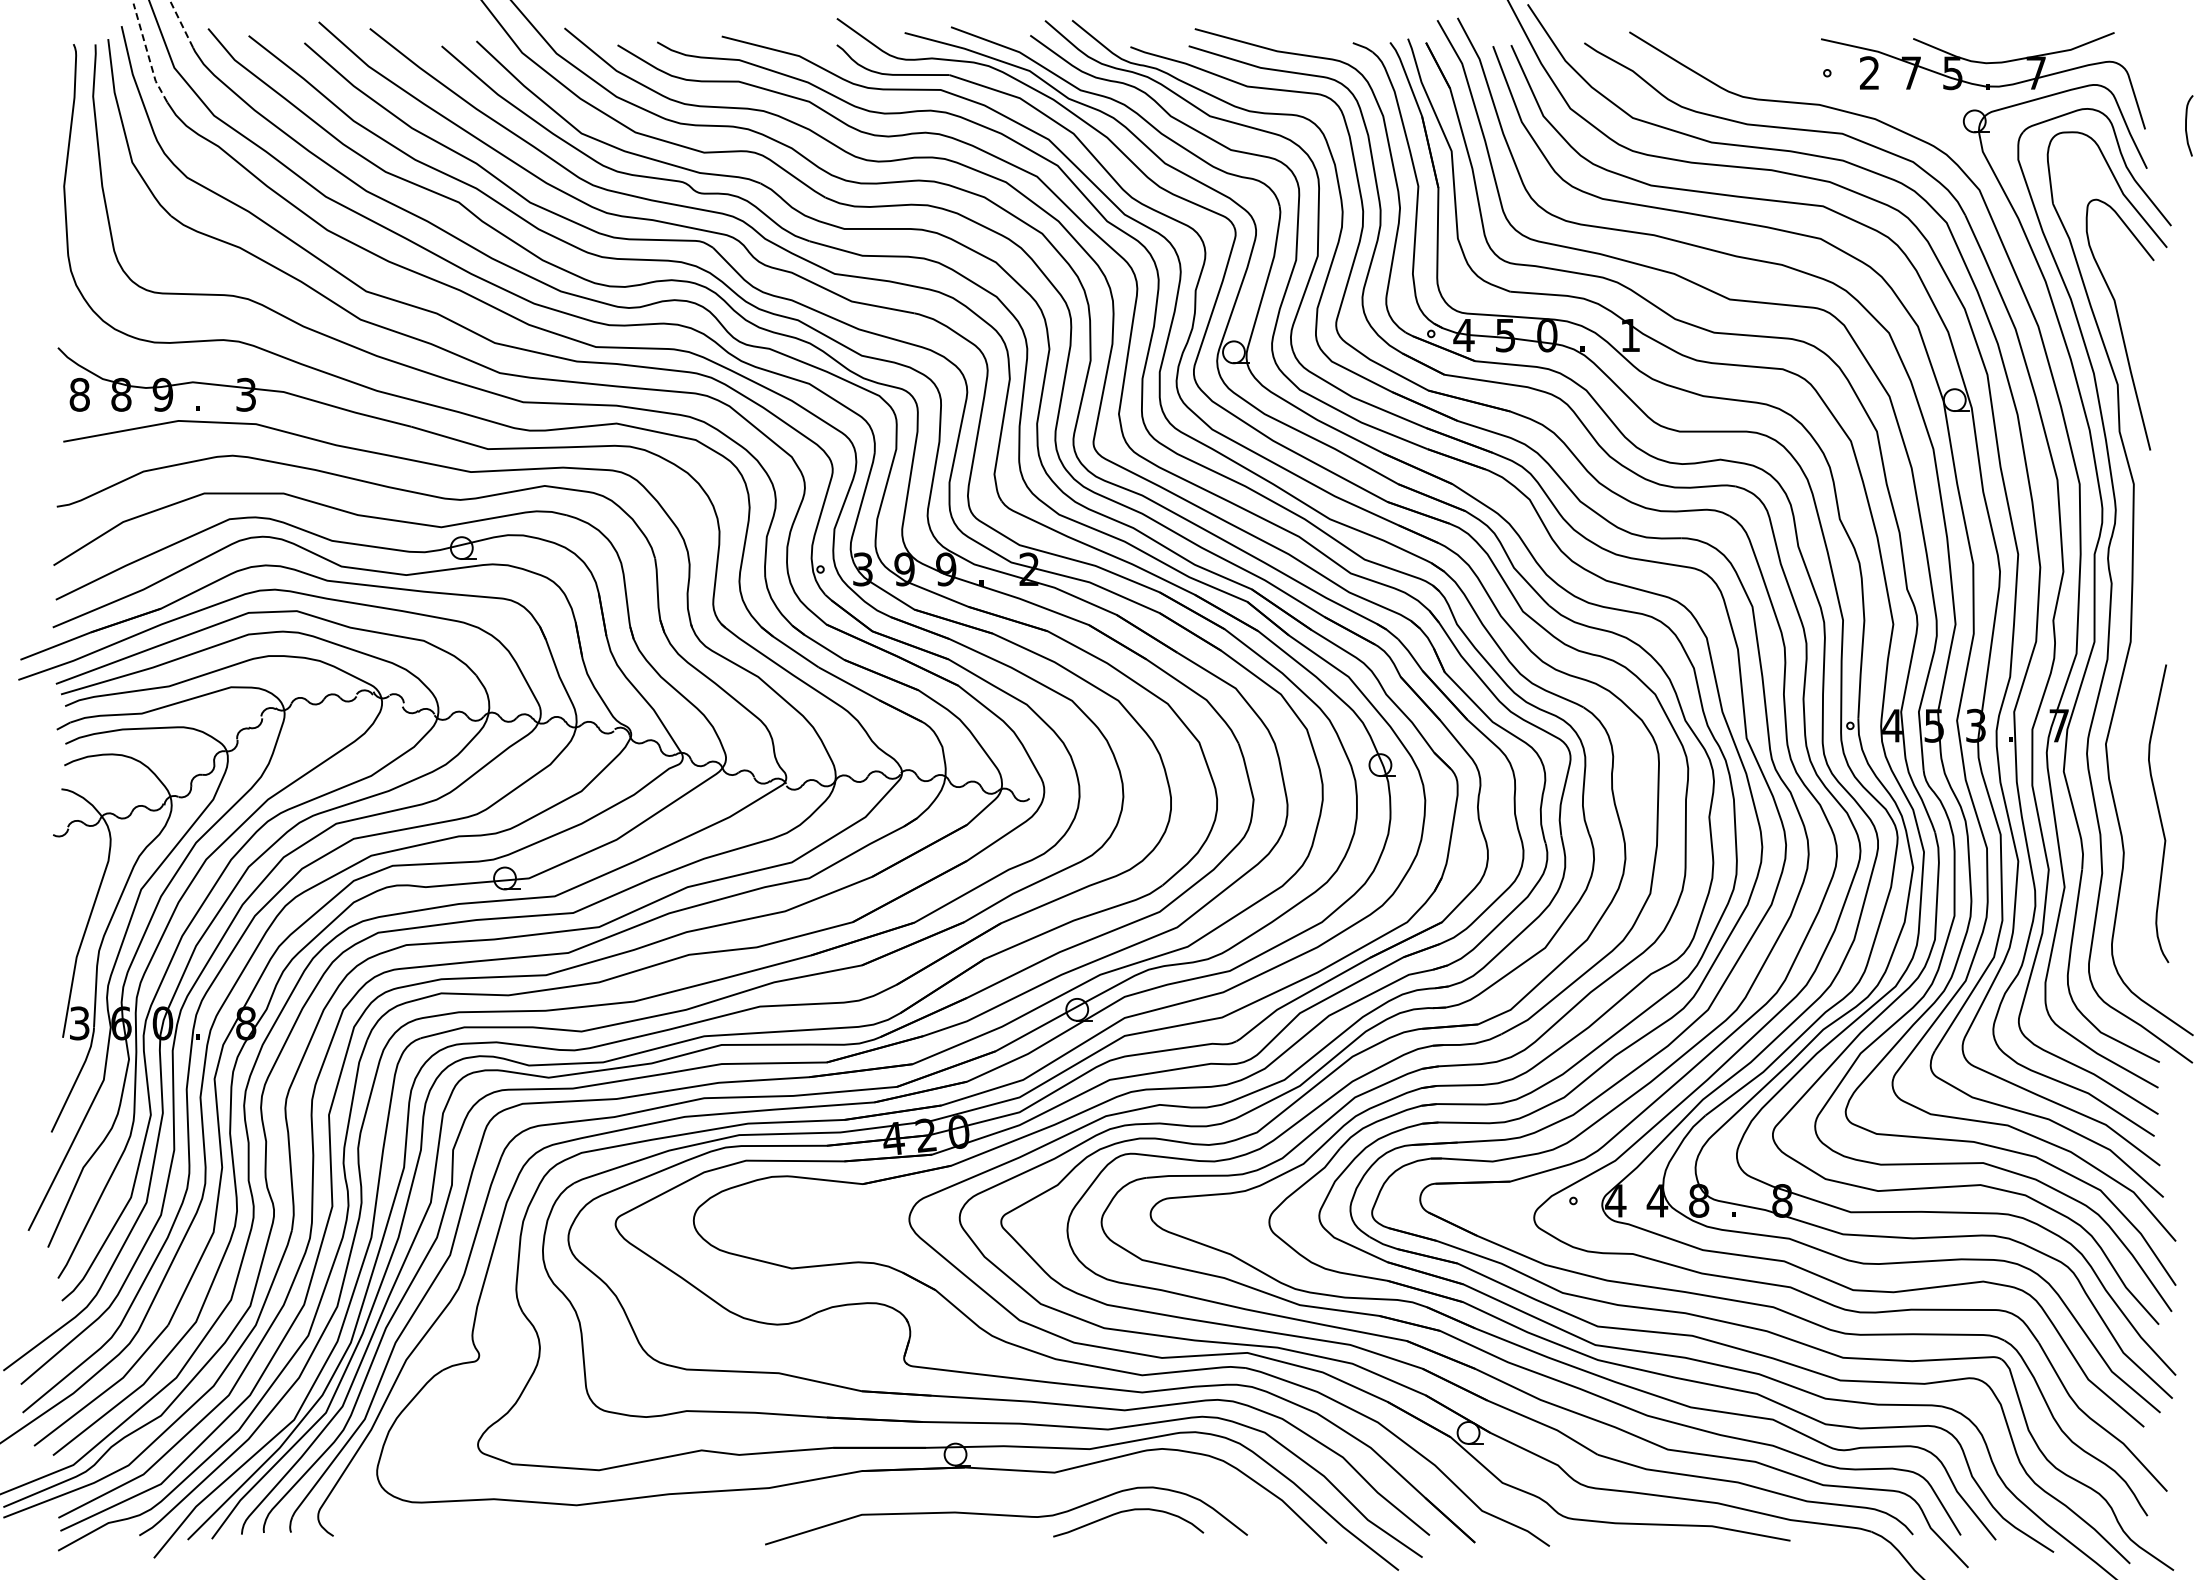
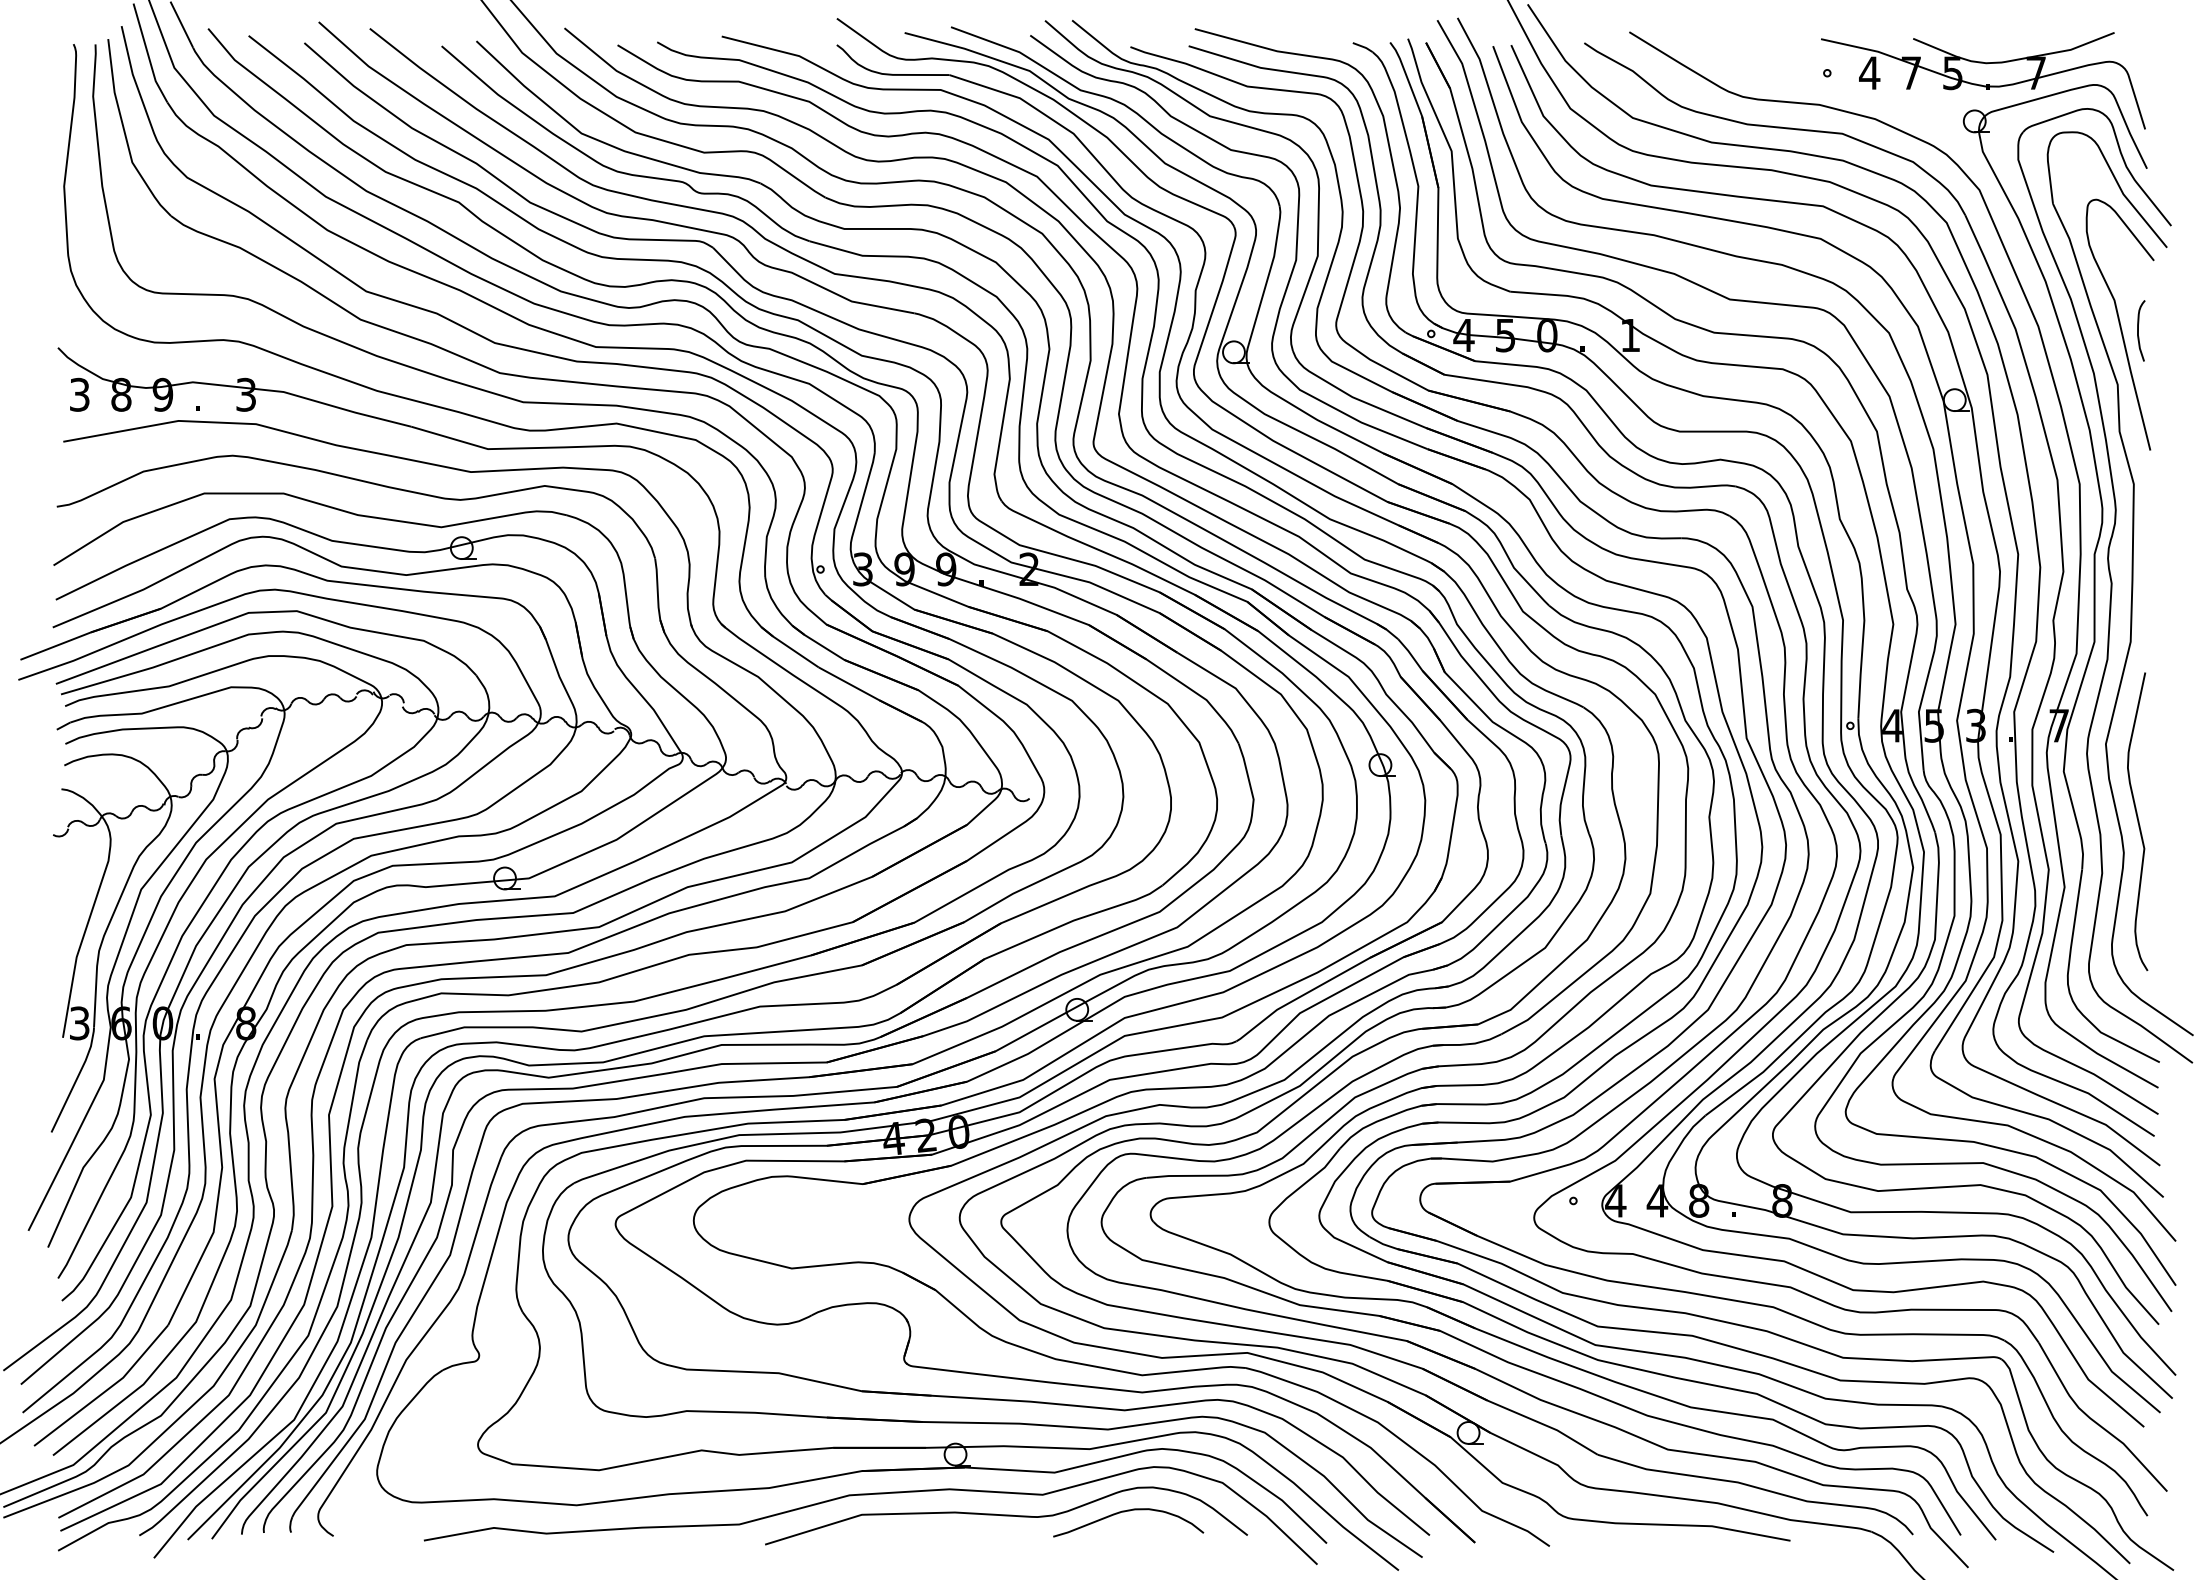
line at (181, 24): dashed -> solid
line at (148, 54): dashed -> solid
text at (1869, 72): 2 -> 4
curve at (2186, 125) position: (2186, 125) -> (2138, 330)
text at (79, 394): 8 -> 3
curve at (2158, 813) position: (2158, 813) -> (2137, 821)
curve at (868, 1495): none -> present
